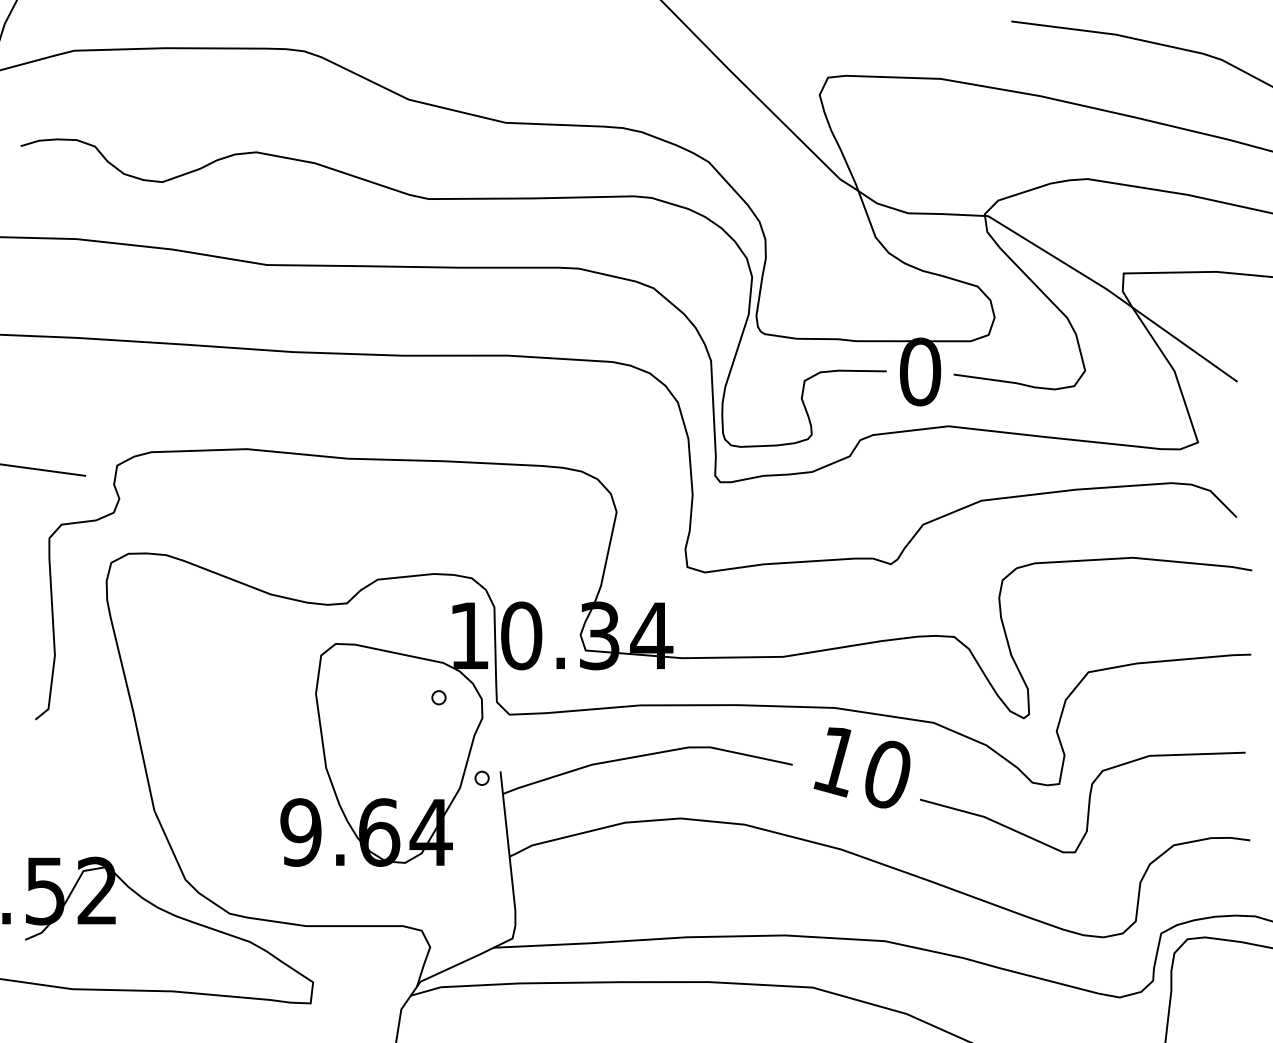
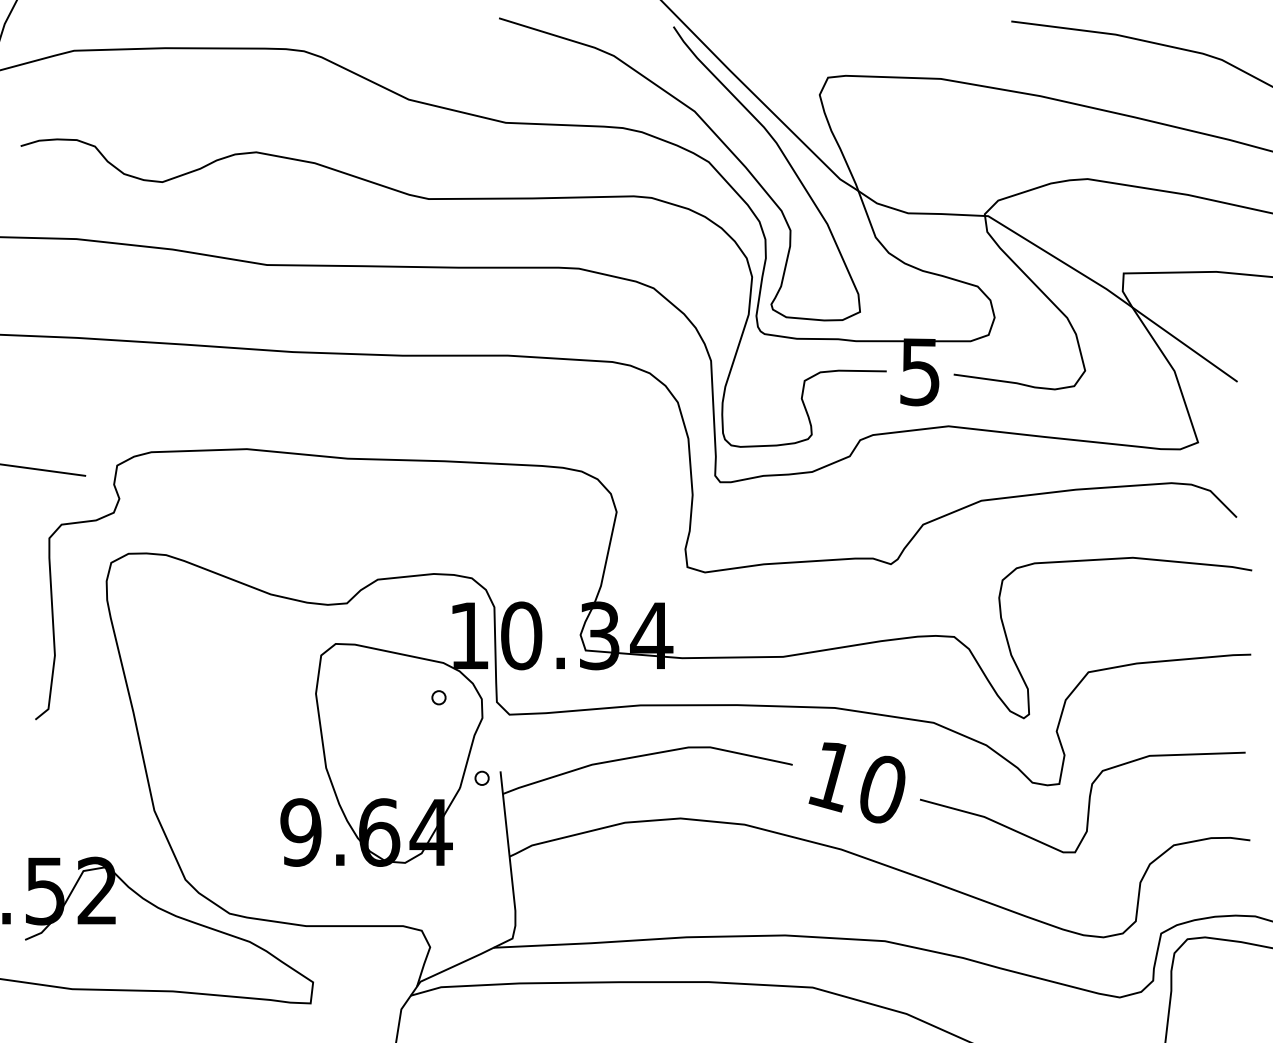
curve at (718, 139): none -> present
text at (920, 371): 0 -> 5
text at (861, 767) position: (861, 767) -> (856, 782)
